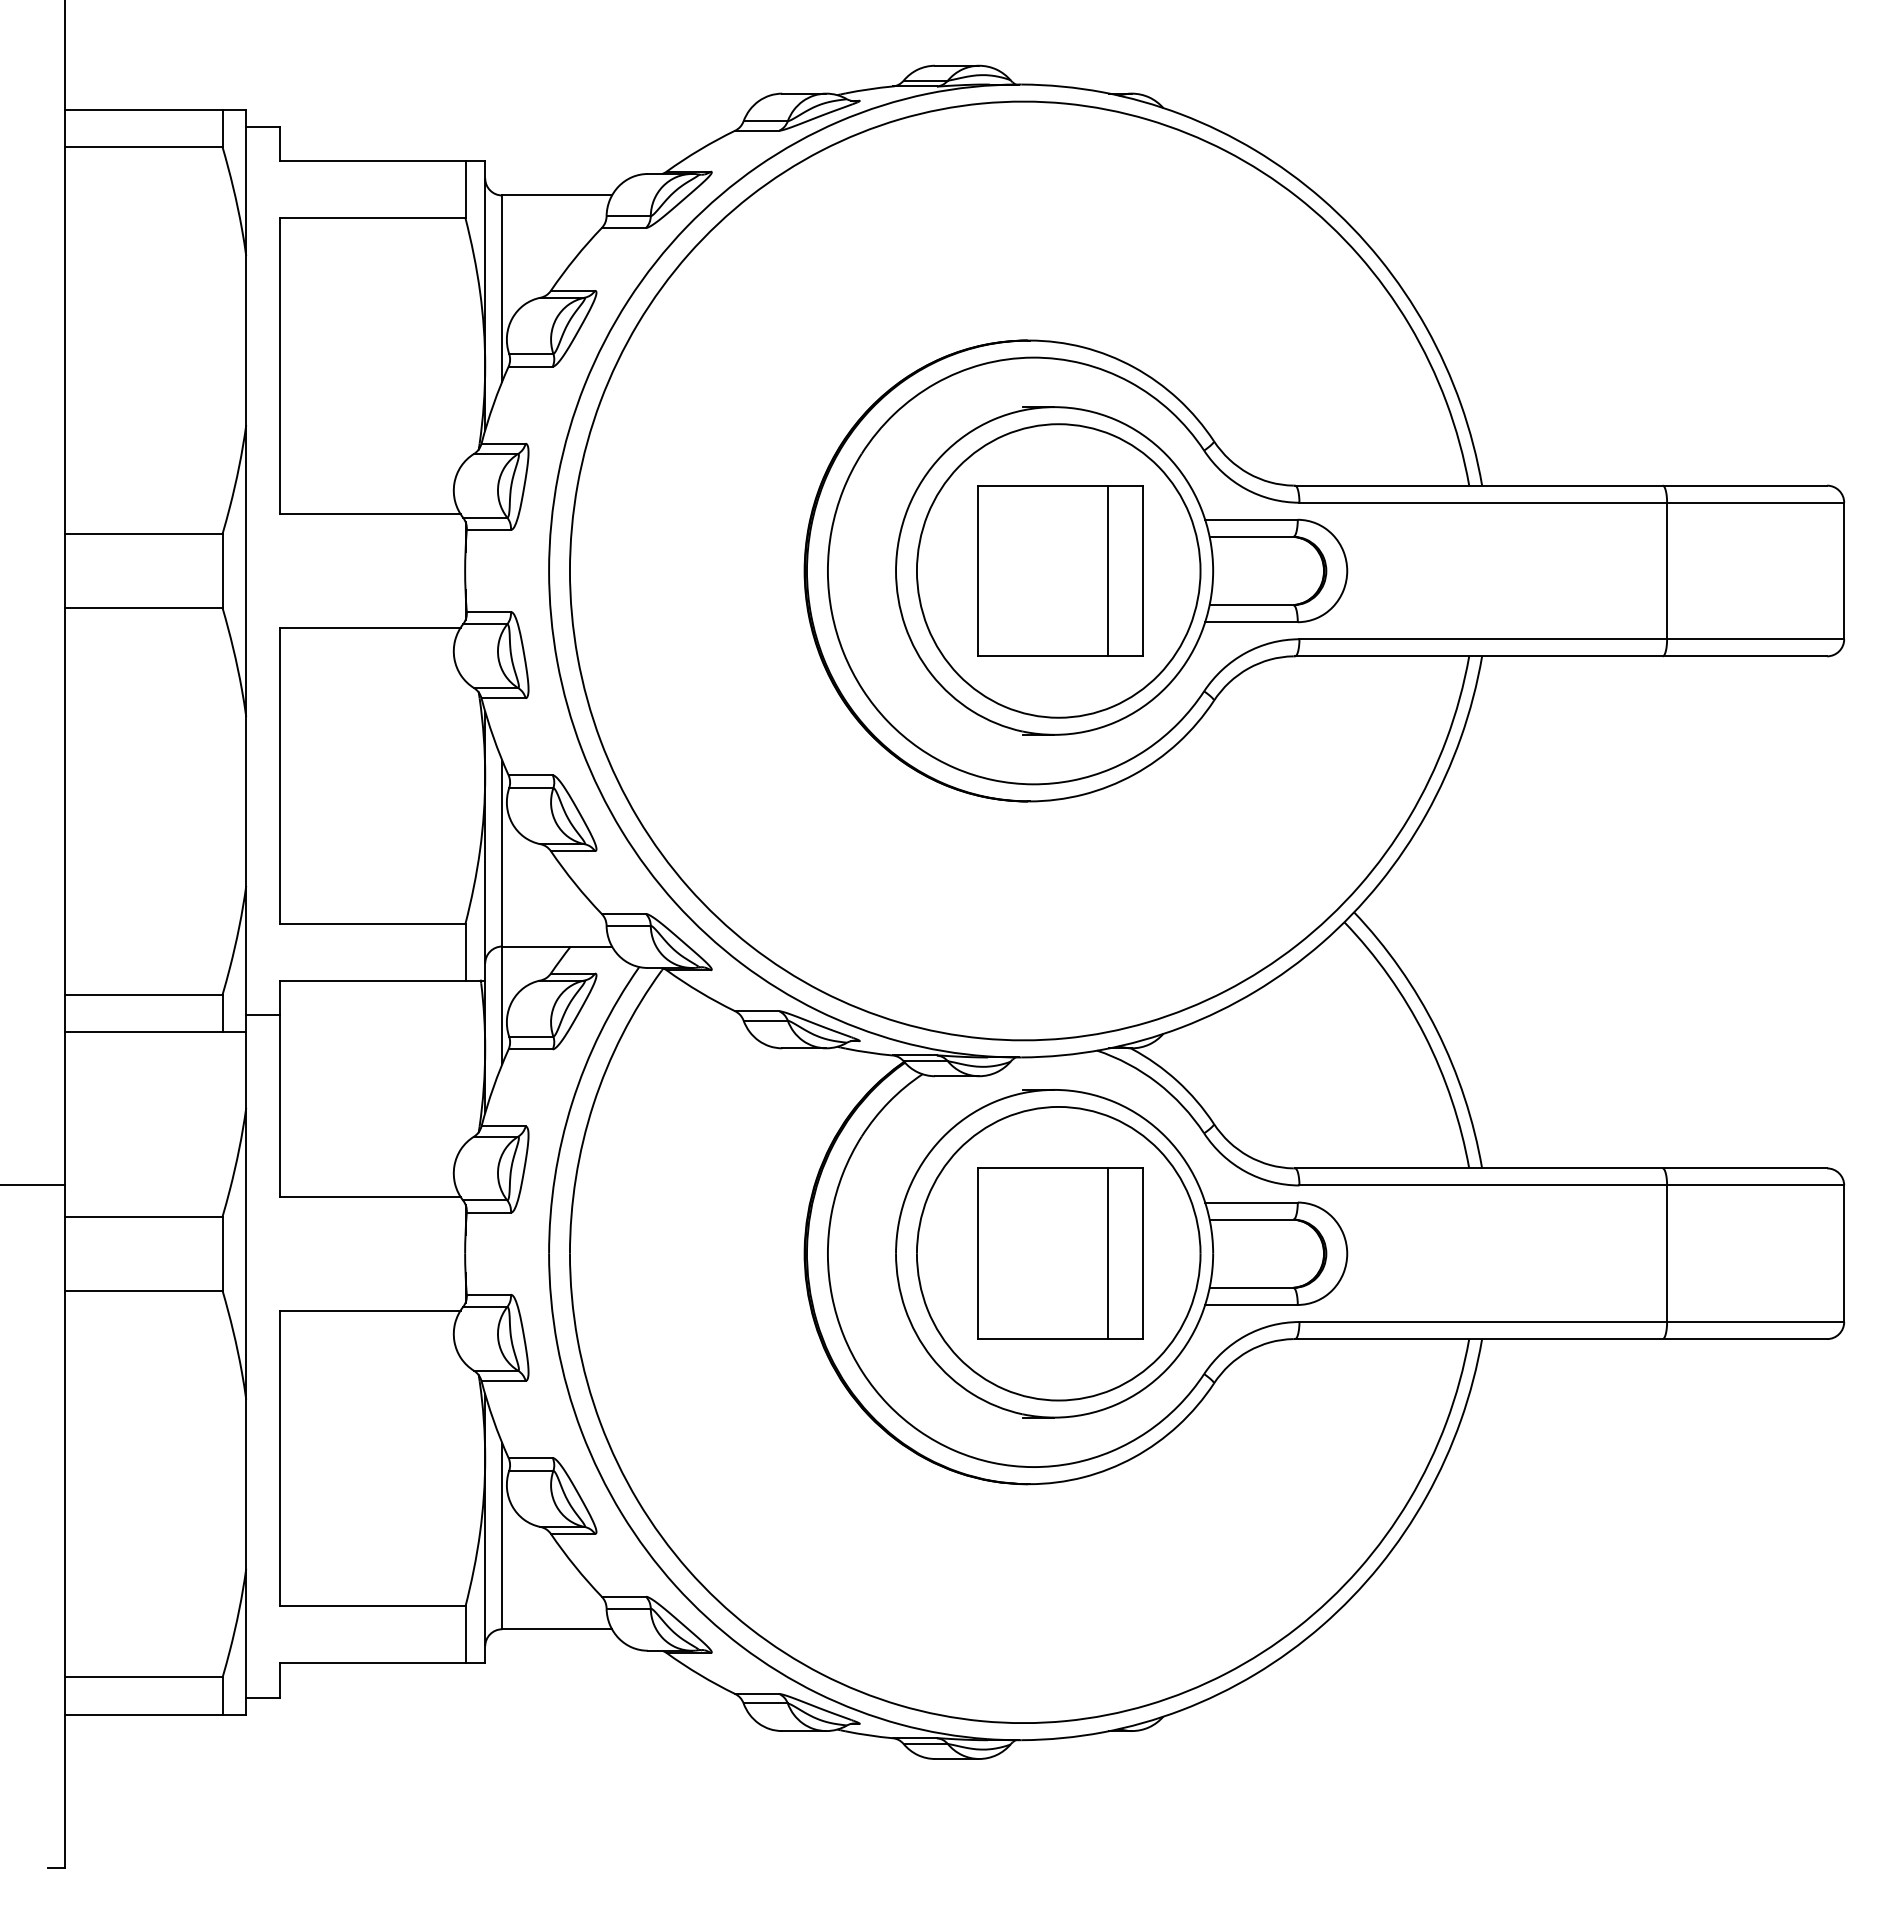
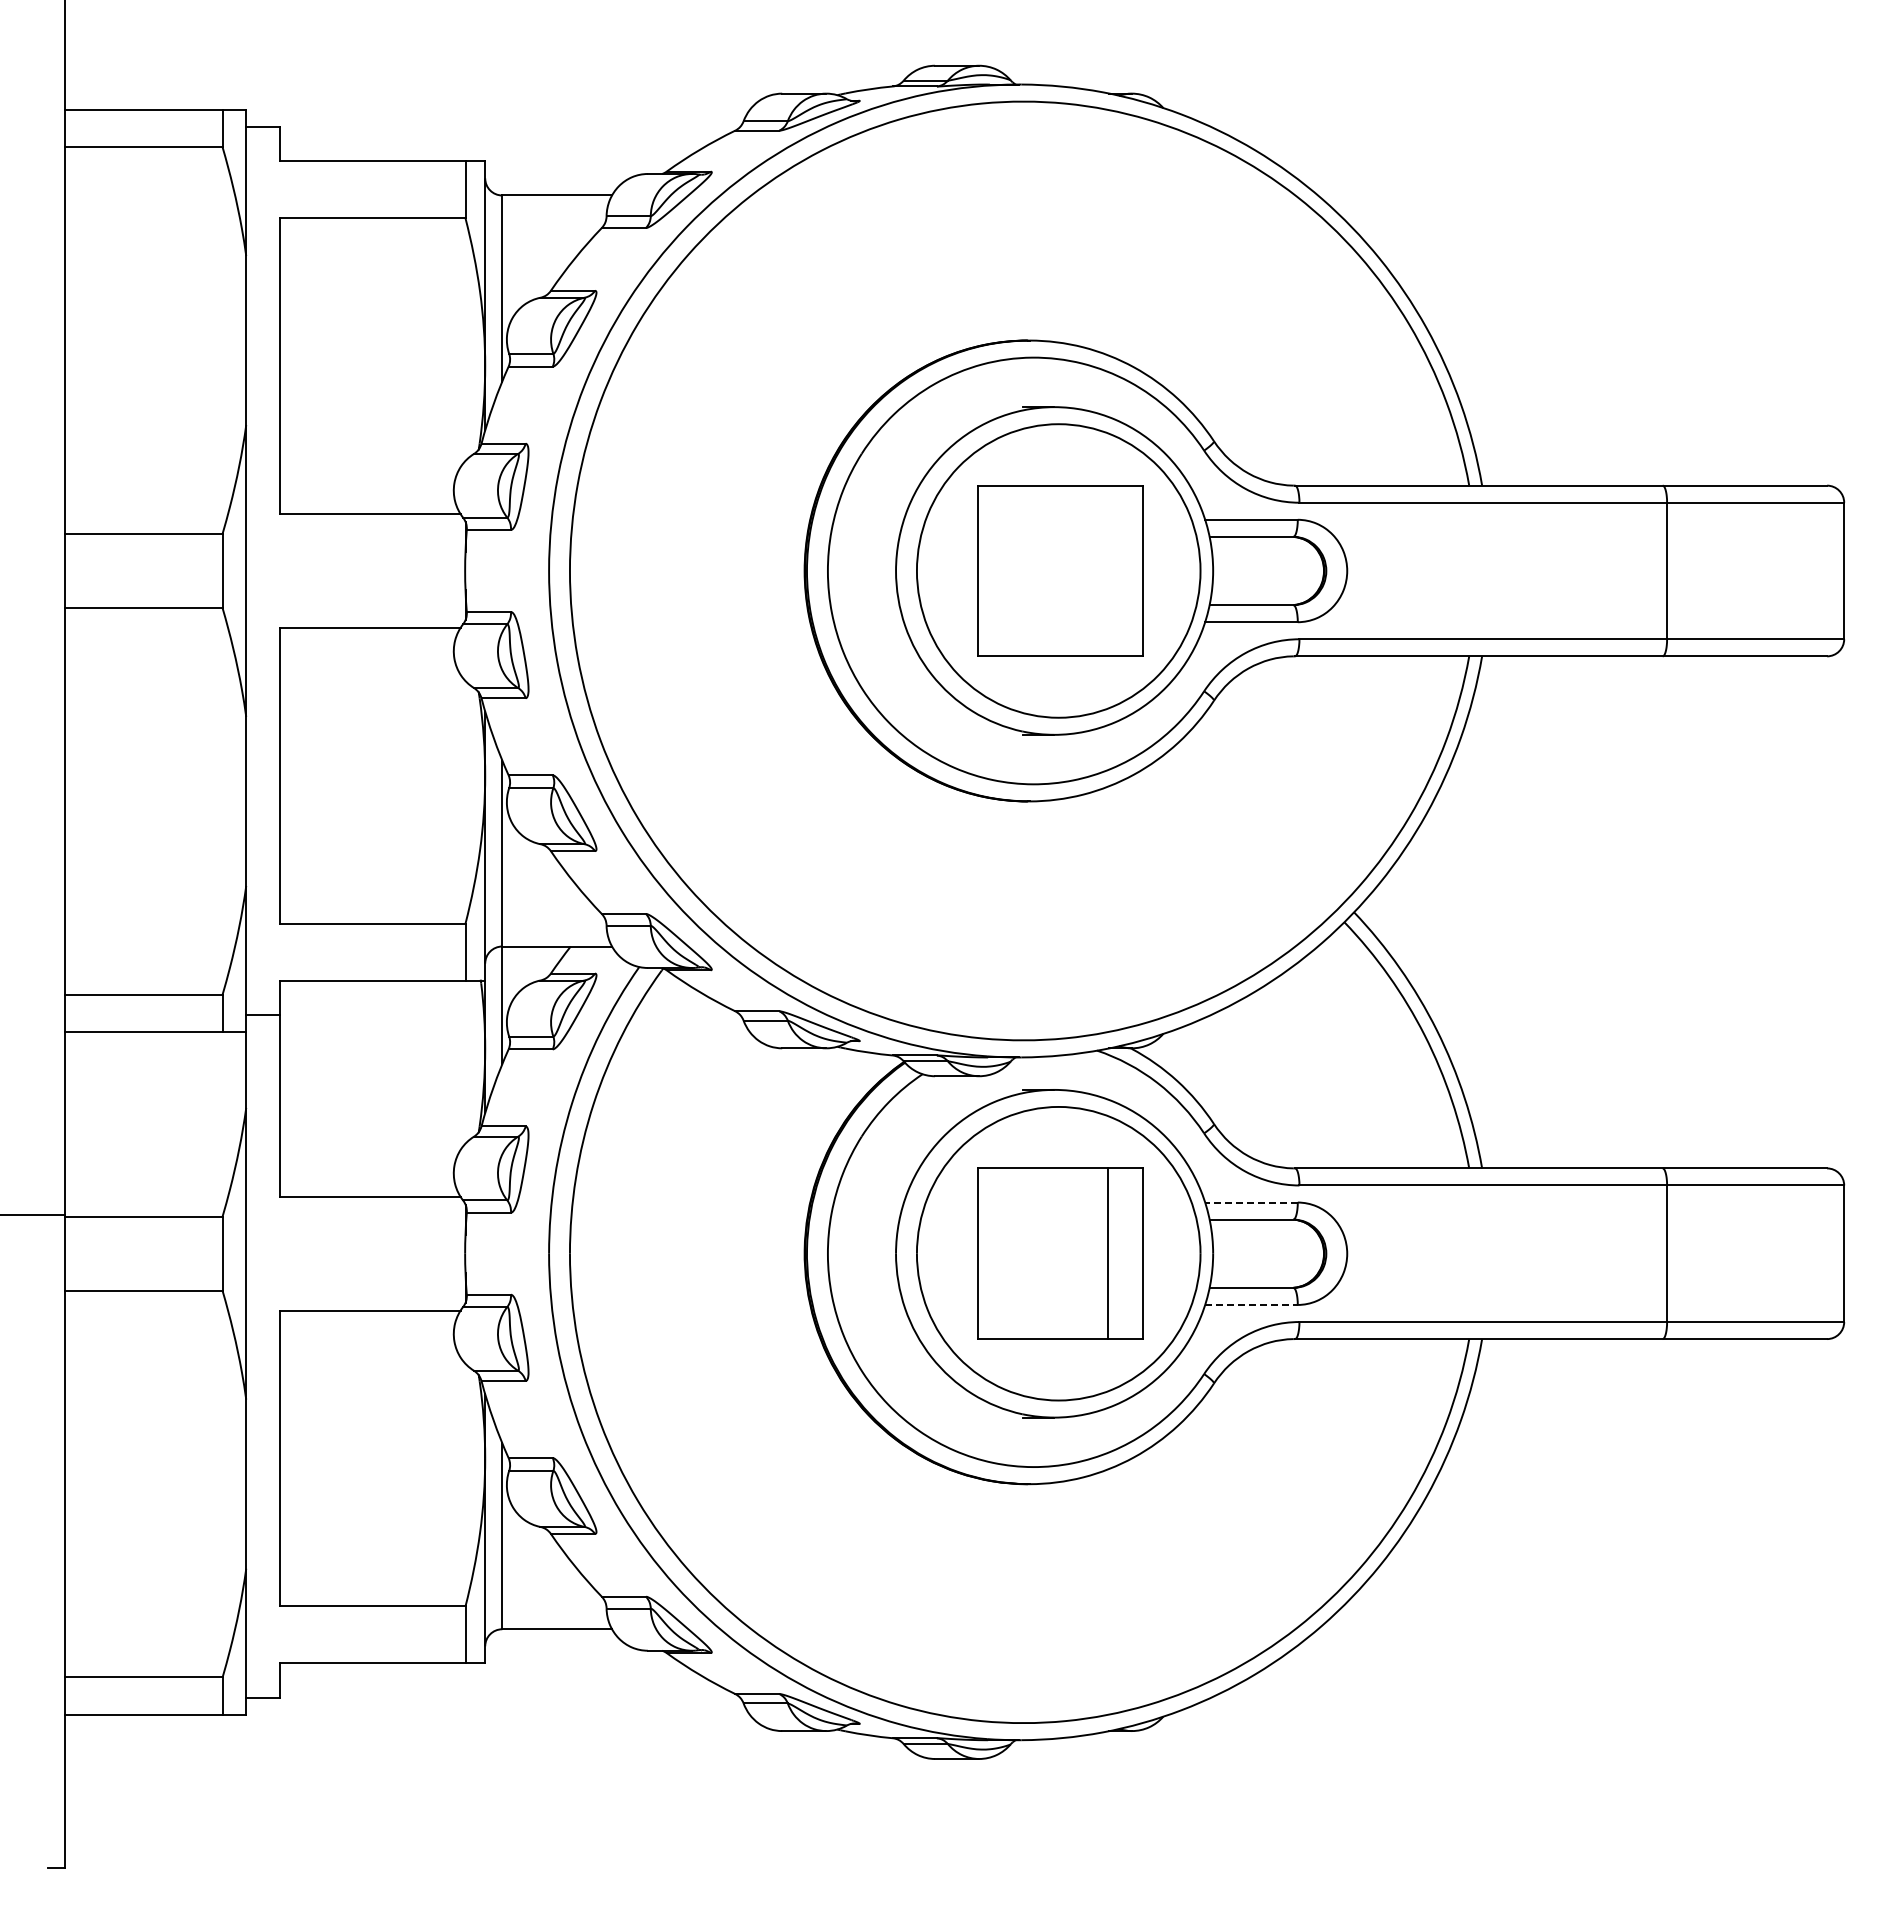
line at (1107, 570): present -> none
line at (33, 1185) position: (33, 1185) -> (33, 1215)
line at (1250, 1202): solid -> dashed
line at (1251, 1304): solid -> dashed
